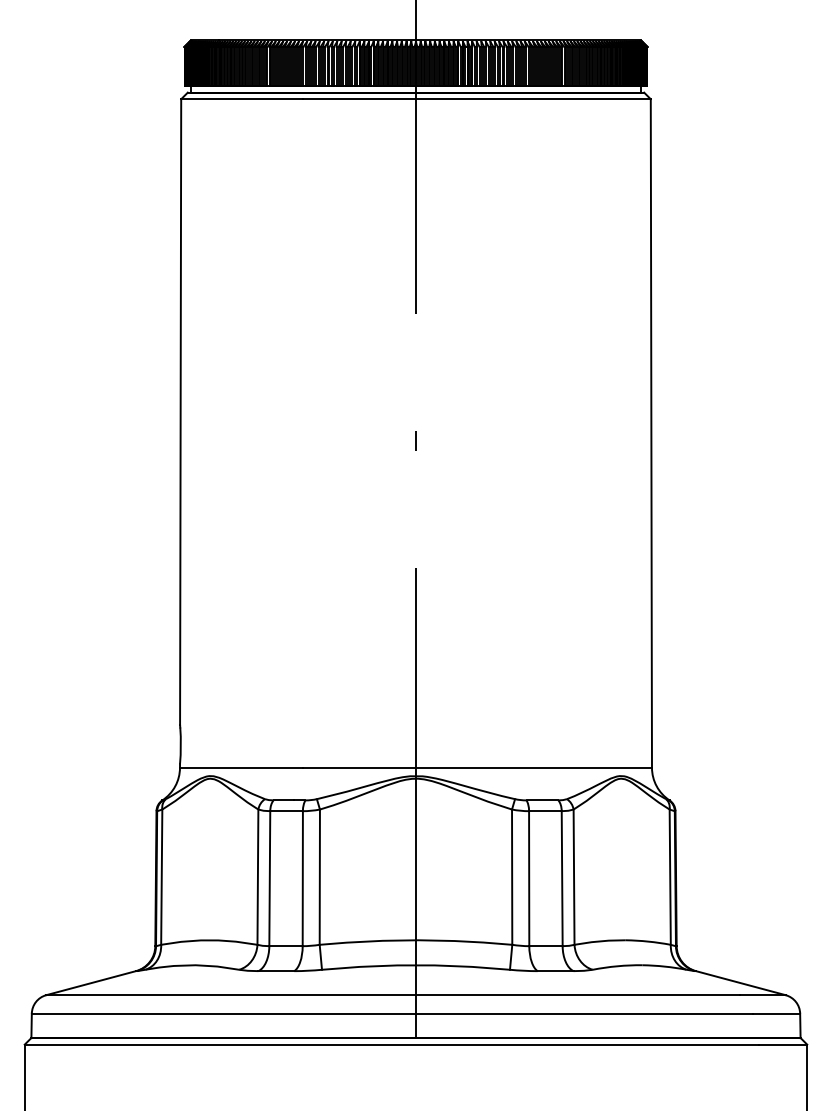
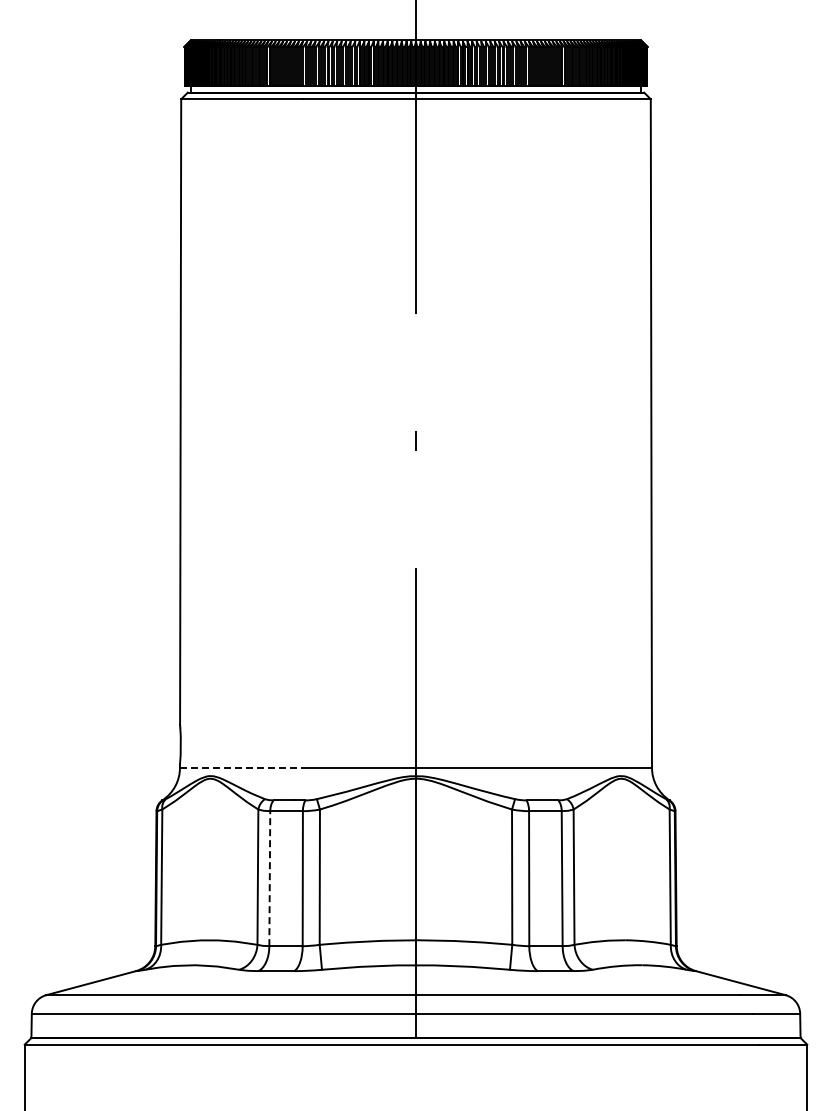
line at (241, 767): solid -> dashed
line at (269, 878): solid -> dashed
